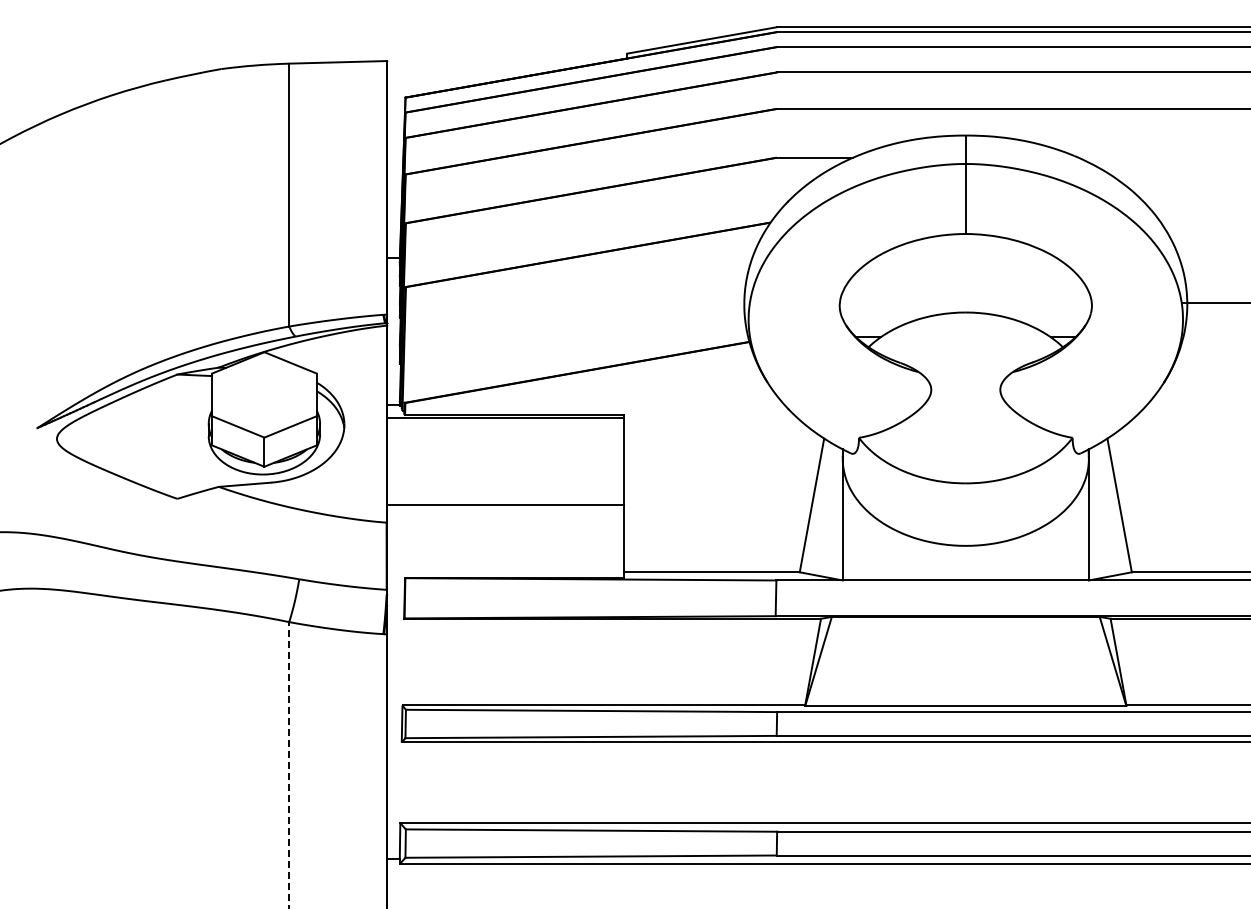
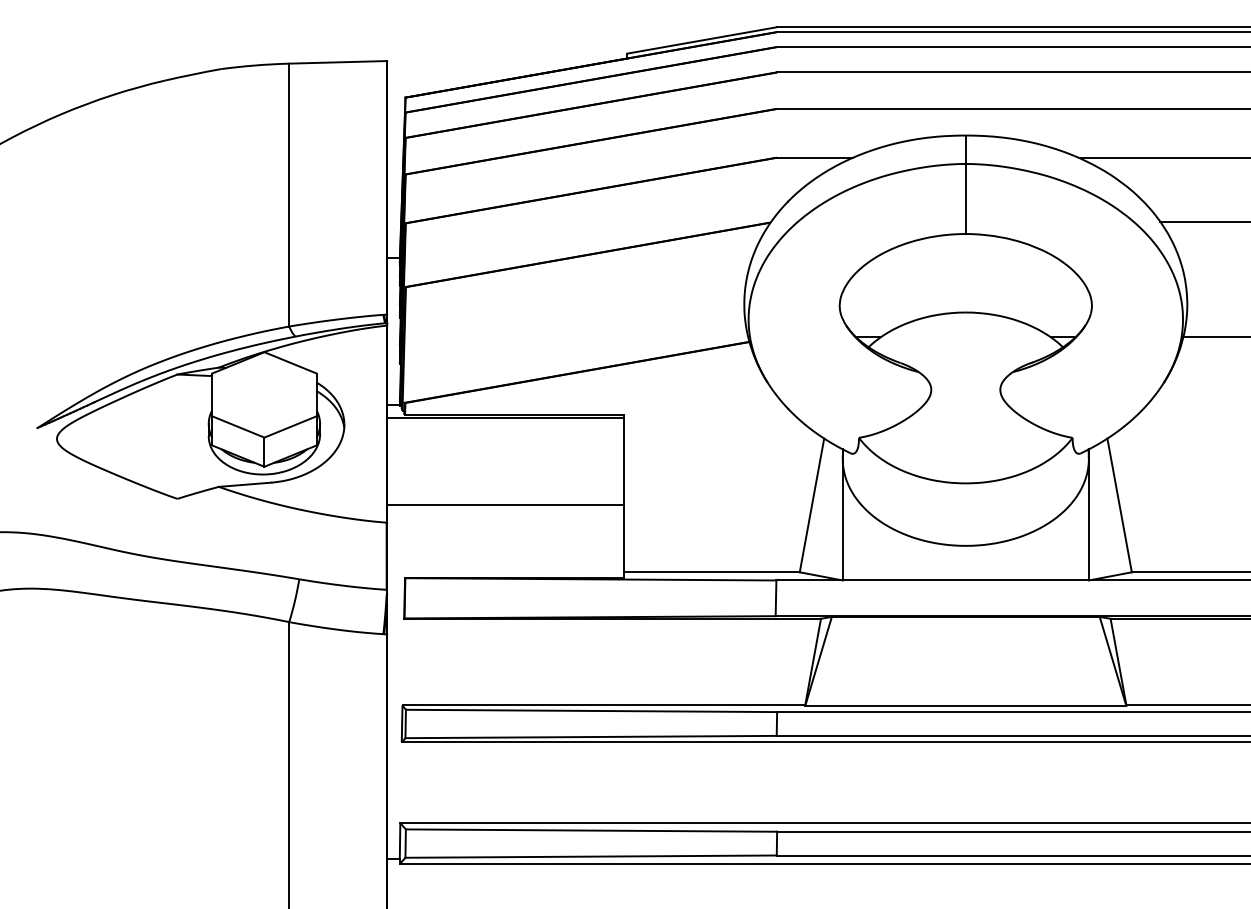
line at (1162, 157): none -> present
line at (1203, 221): none -> present
line at (1215, 303) position: (1215, 303) -> (1215, 337)
line at (289, 765): dashed -> solid
